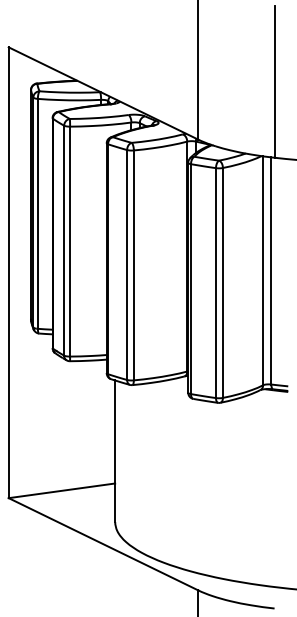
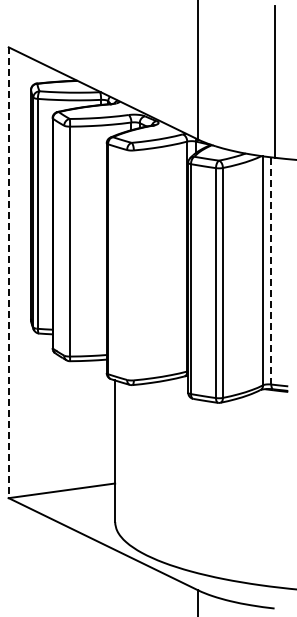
line at (64, 240): present -> none
line at (127, 264): present -> none
line at (133, 265): present -> none
line at (271, 270): solid -> dashed
line at (8, 273): solid -> dashed
